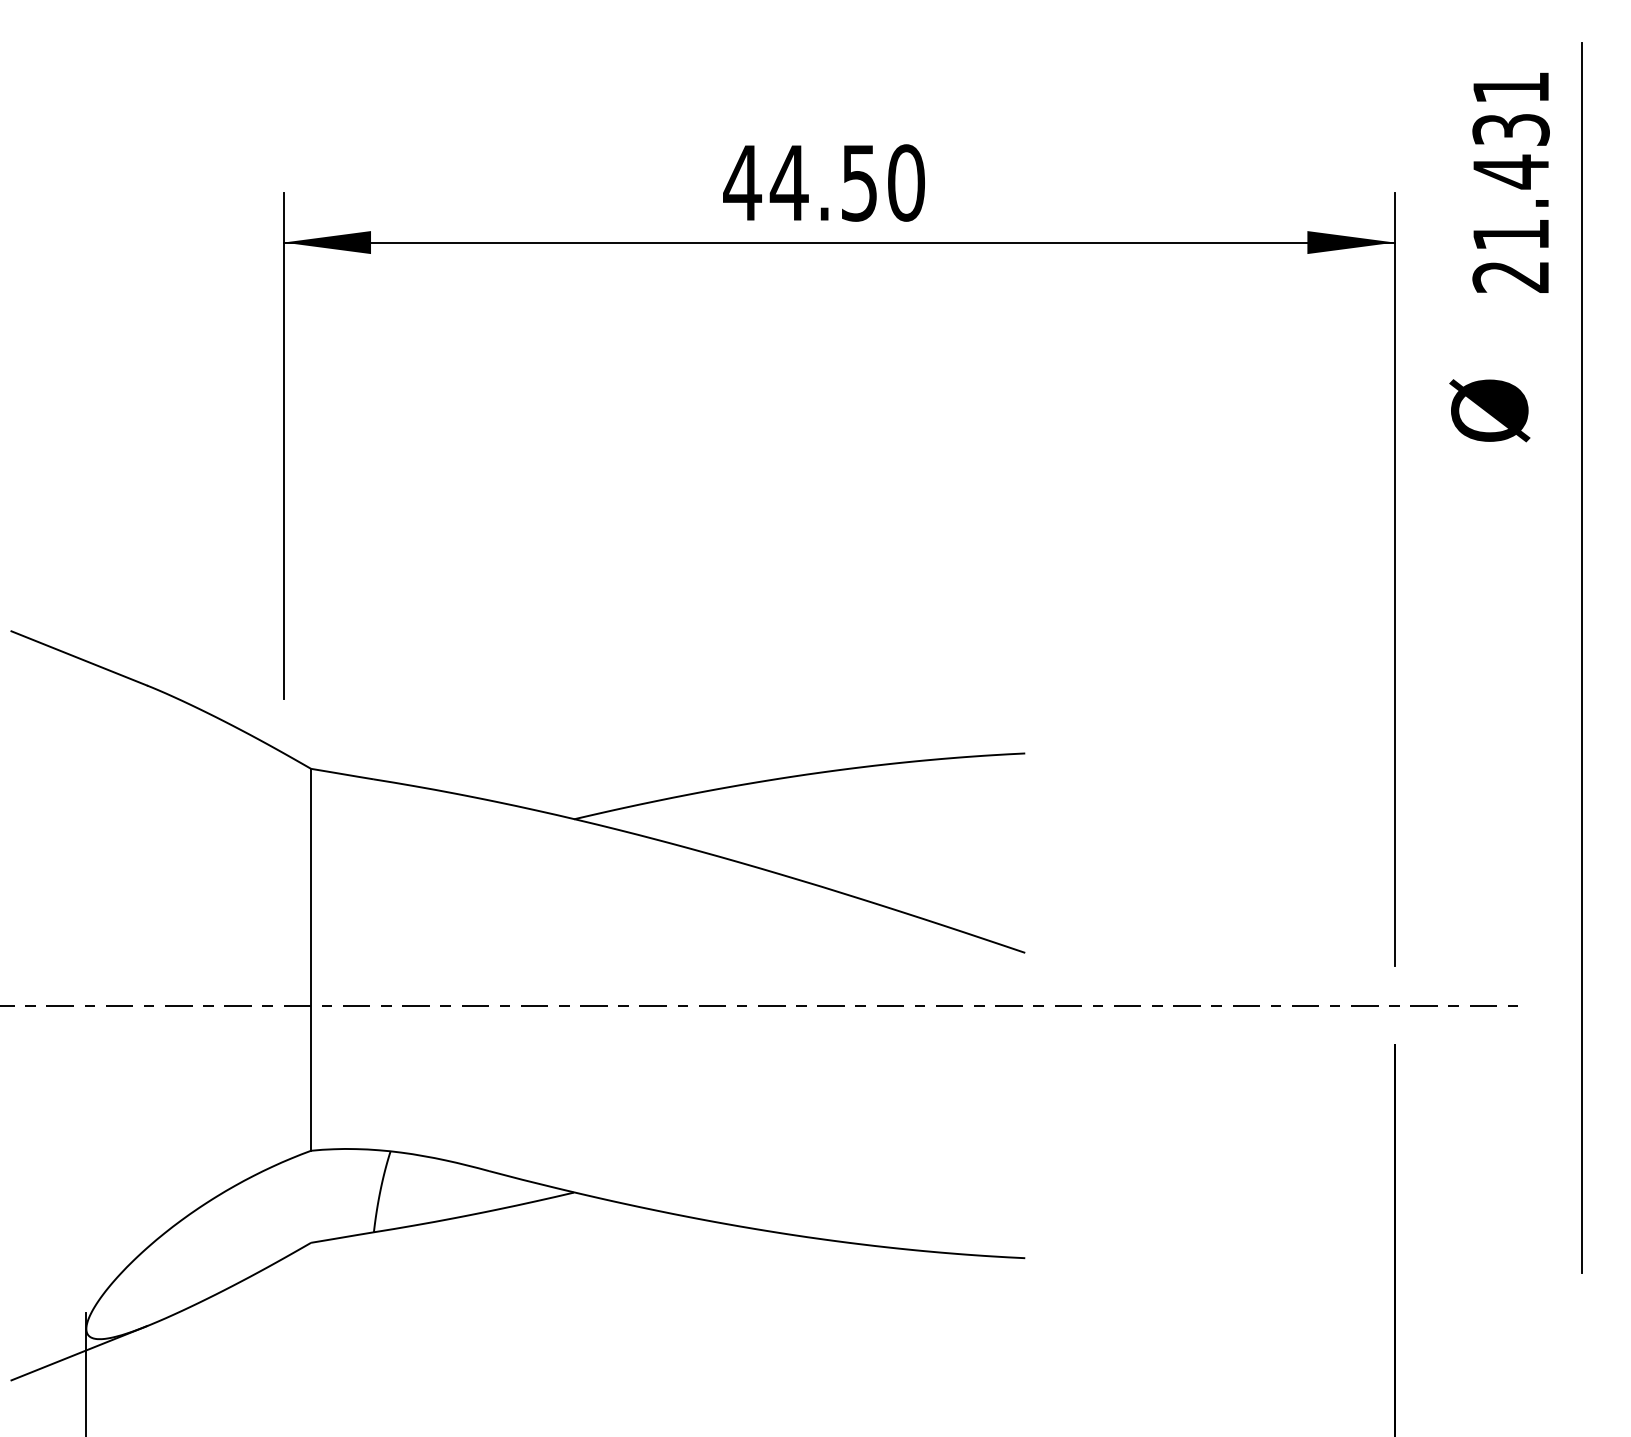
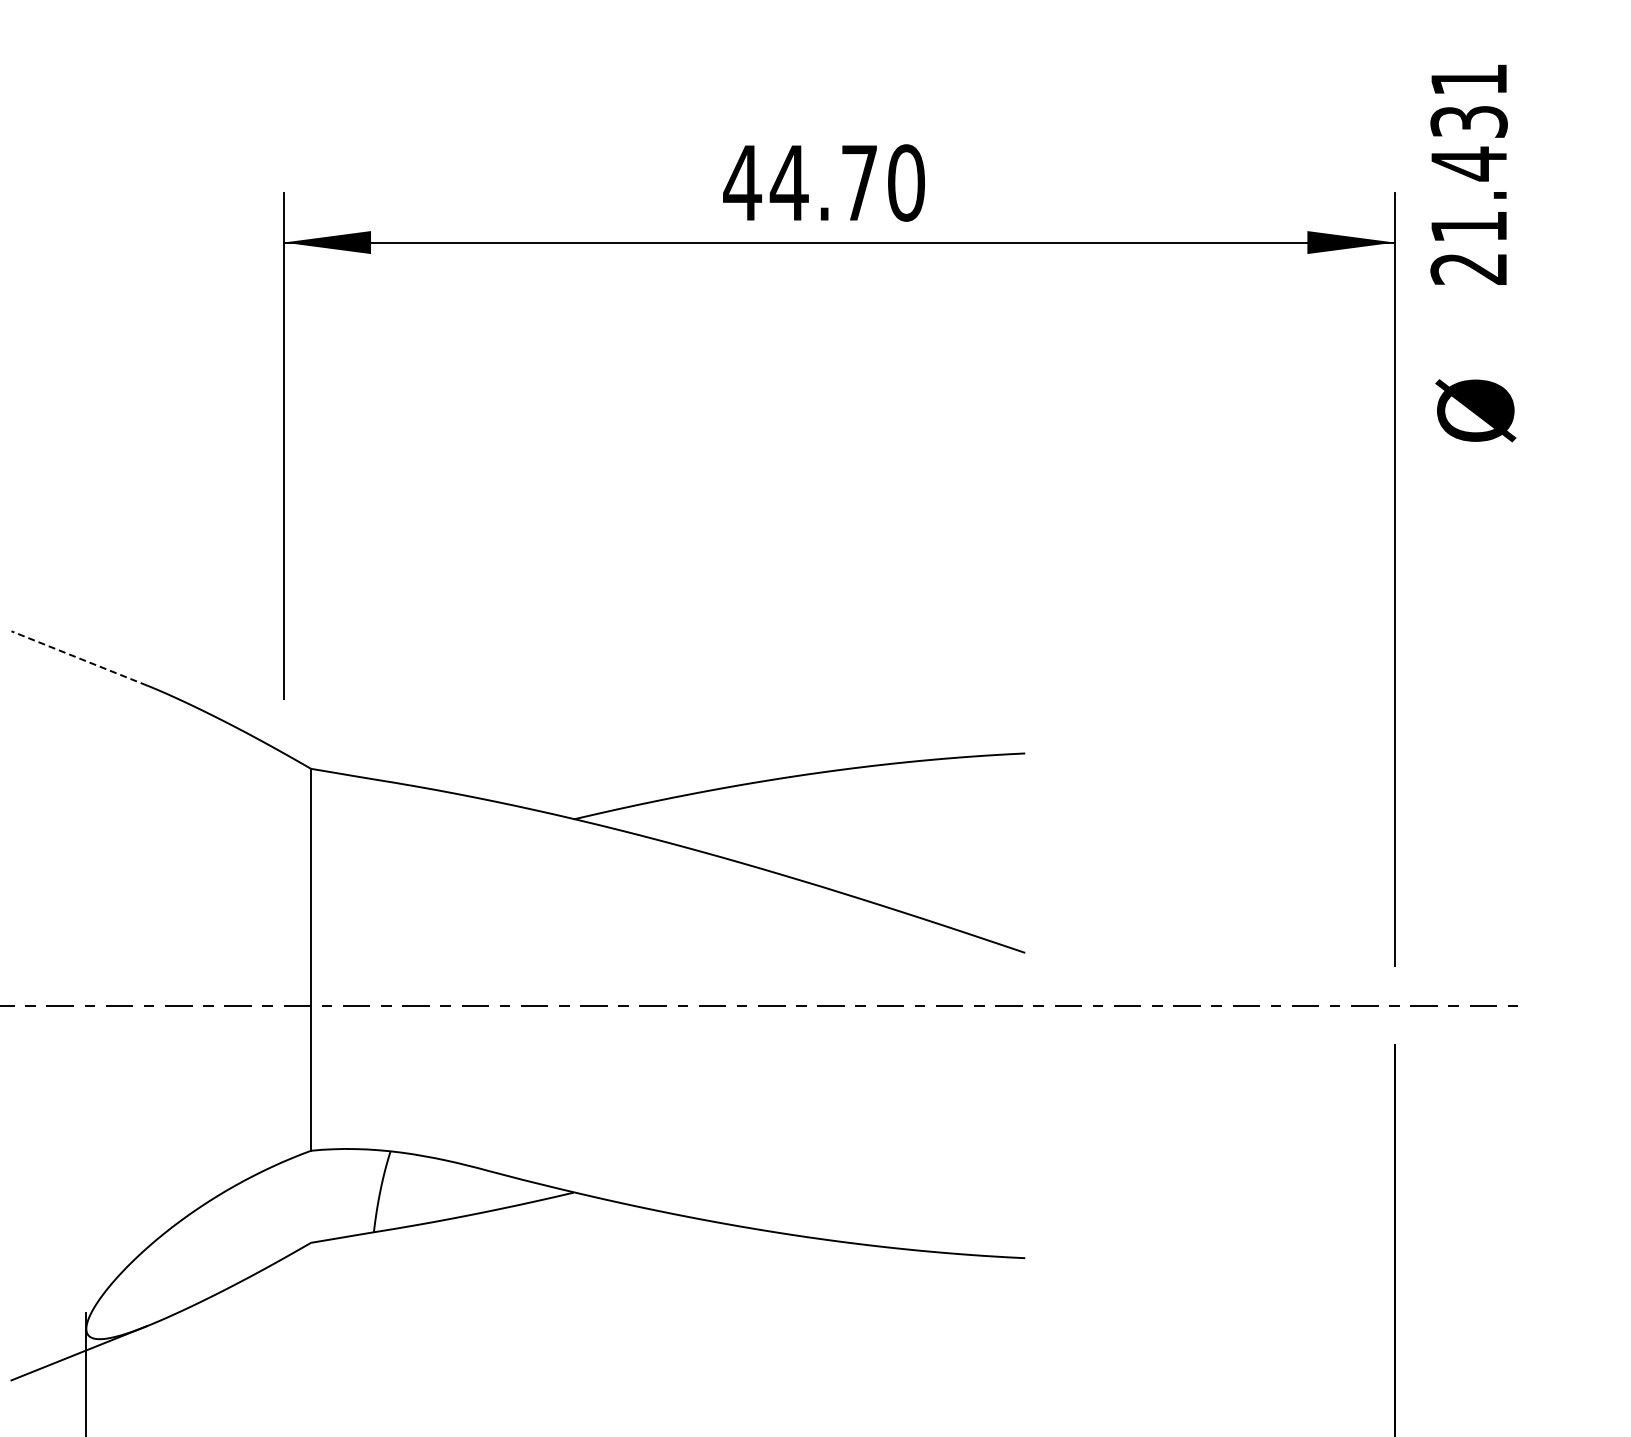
text at (1510, 182) position: (1510, 182) -> (1468, 174)
text at (859, 183): 44.50 -> 44.70
text at (1489, 410) position: (1489, 410) -> (1475, 410)
line at (78, 658): solid -> dashed
line at (1582, 658): present -> none
